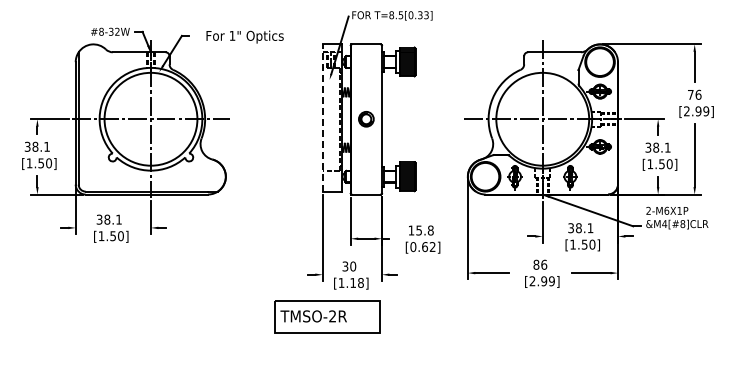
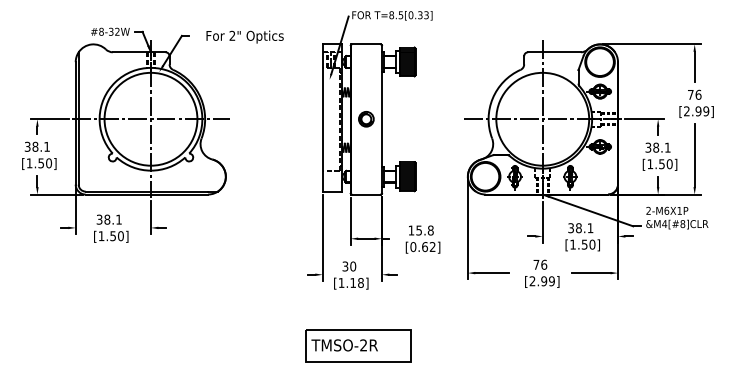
text at (231, 35): 1" -> 2"
line at (322, 117): dashed -> solid
text at (536, 264): 86 -> 76
part at (327, 316) position: (327, 316) -> (358, 345)
